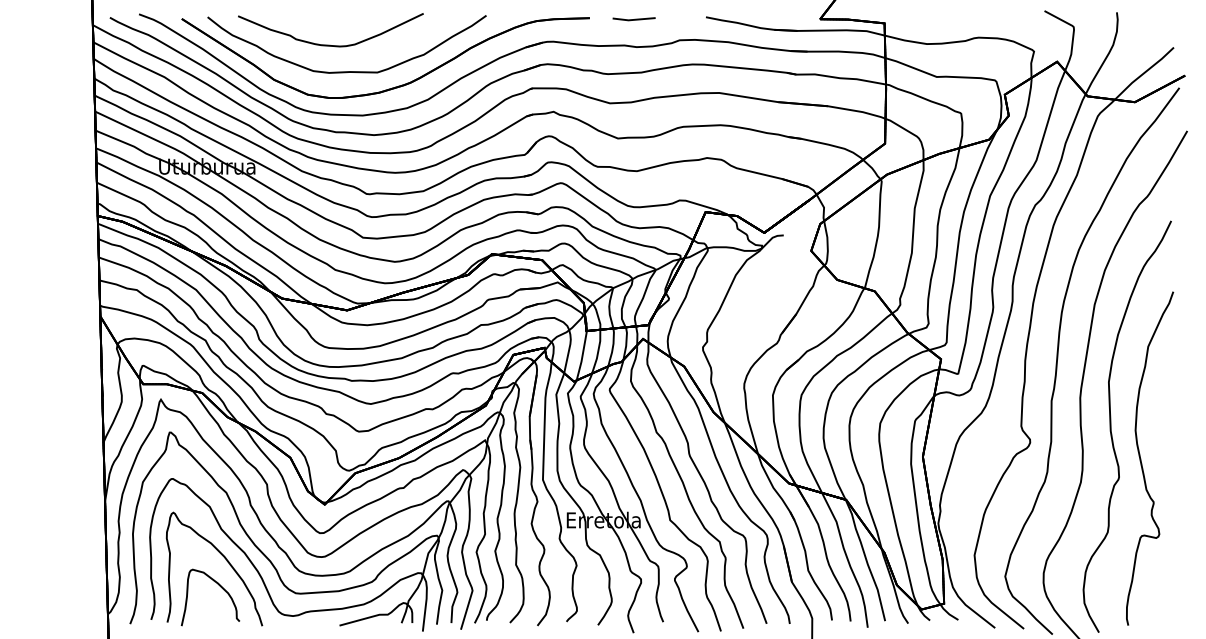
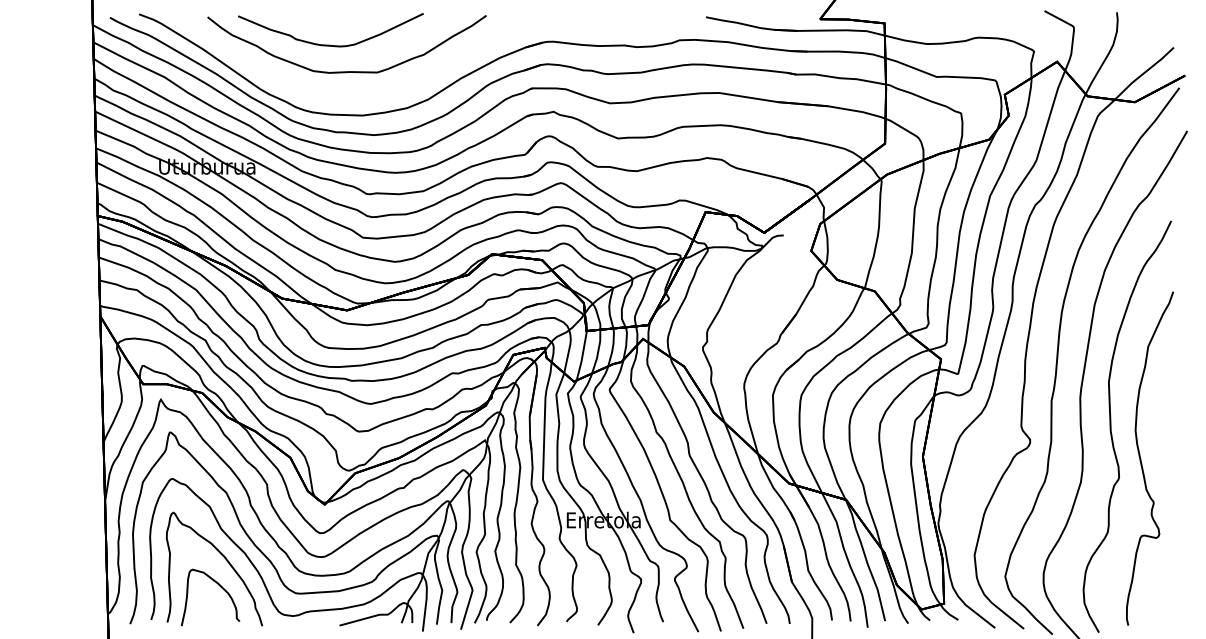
line at (633, 19): present -> none
part at (395, 86): present -> none
